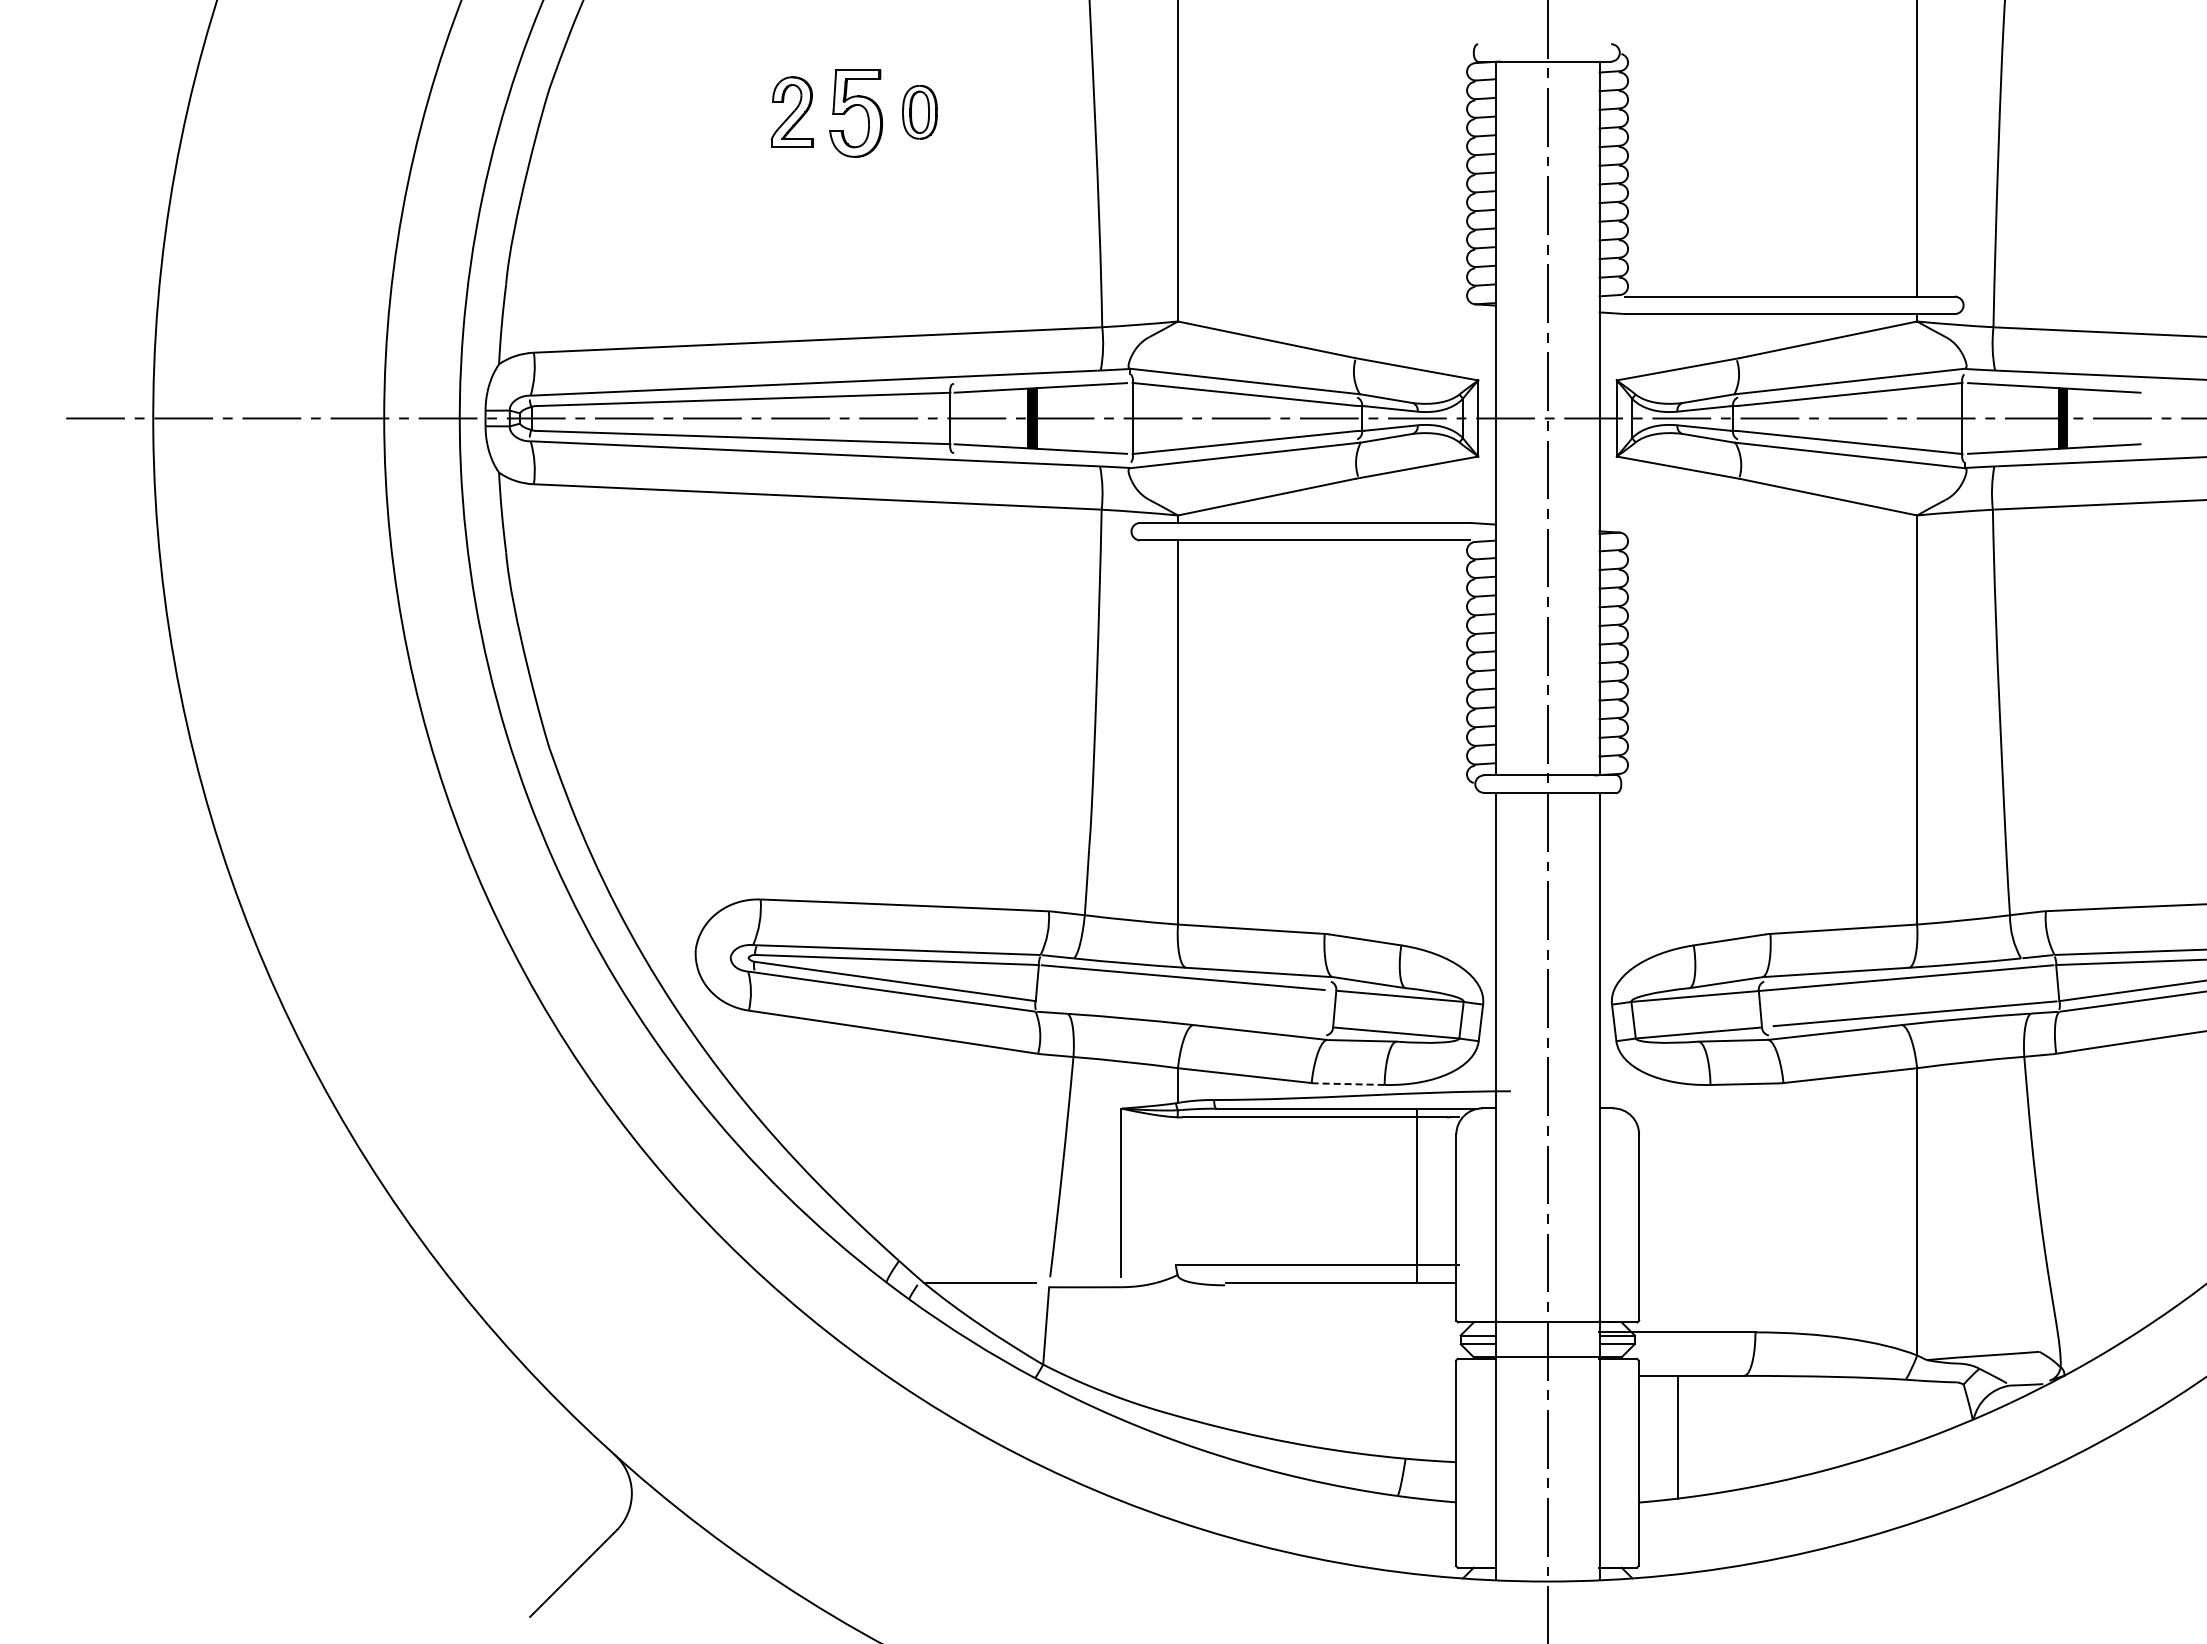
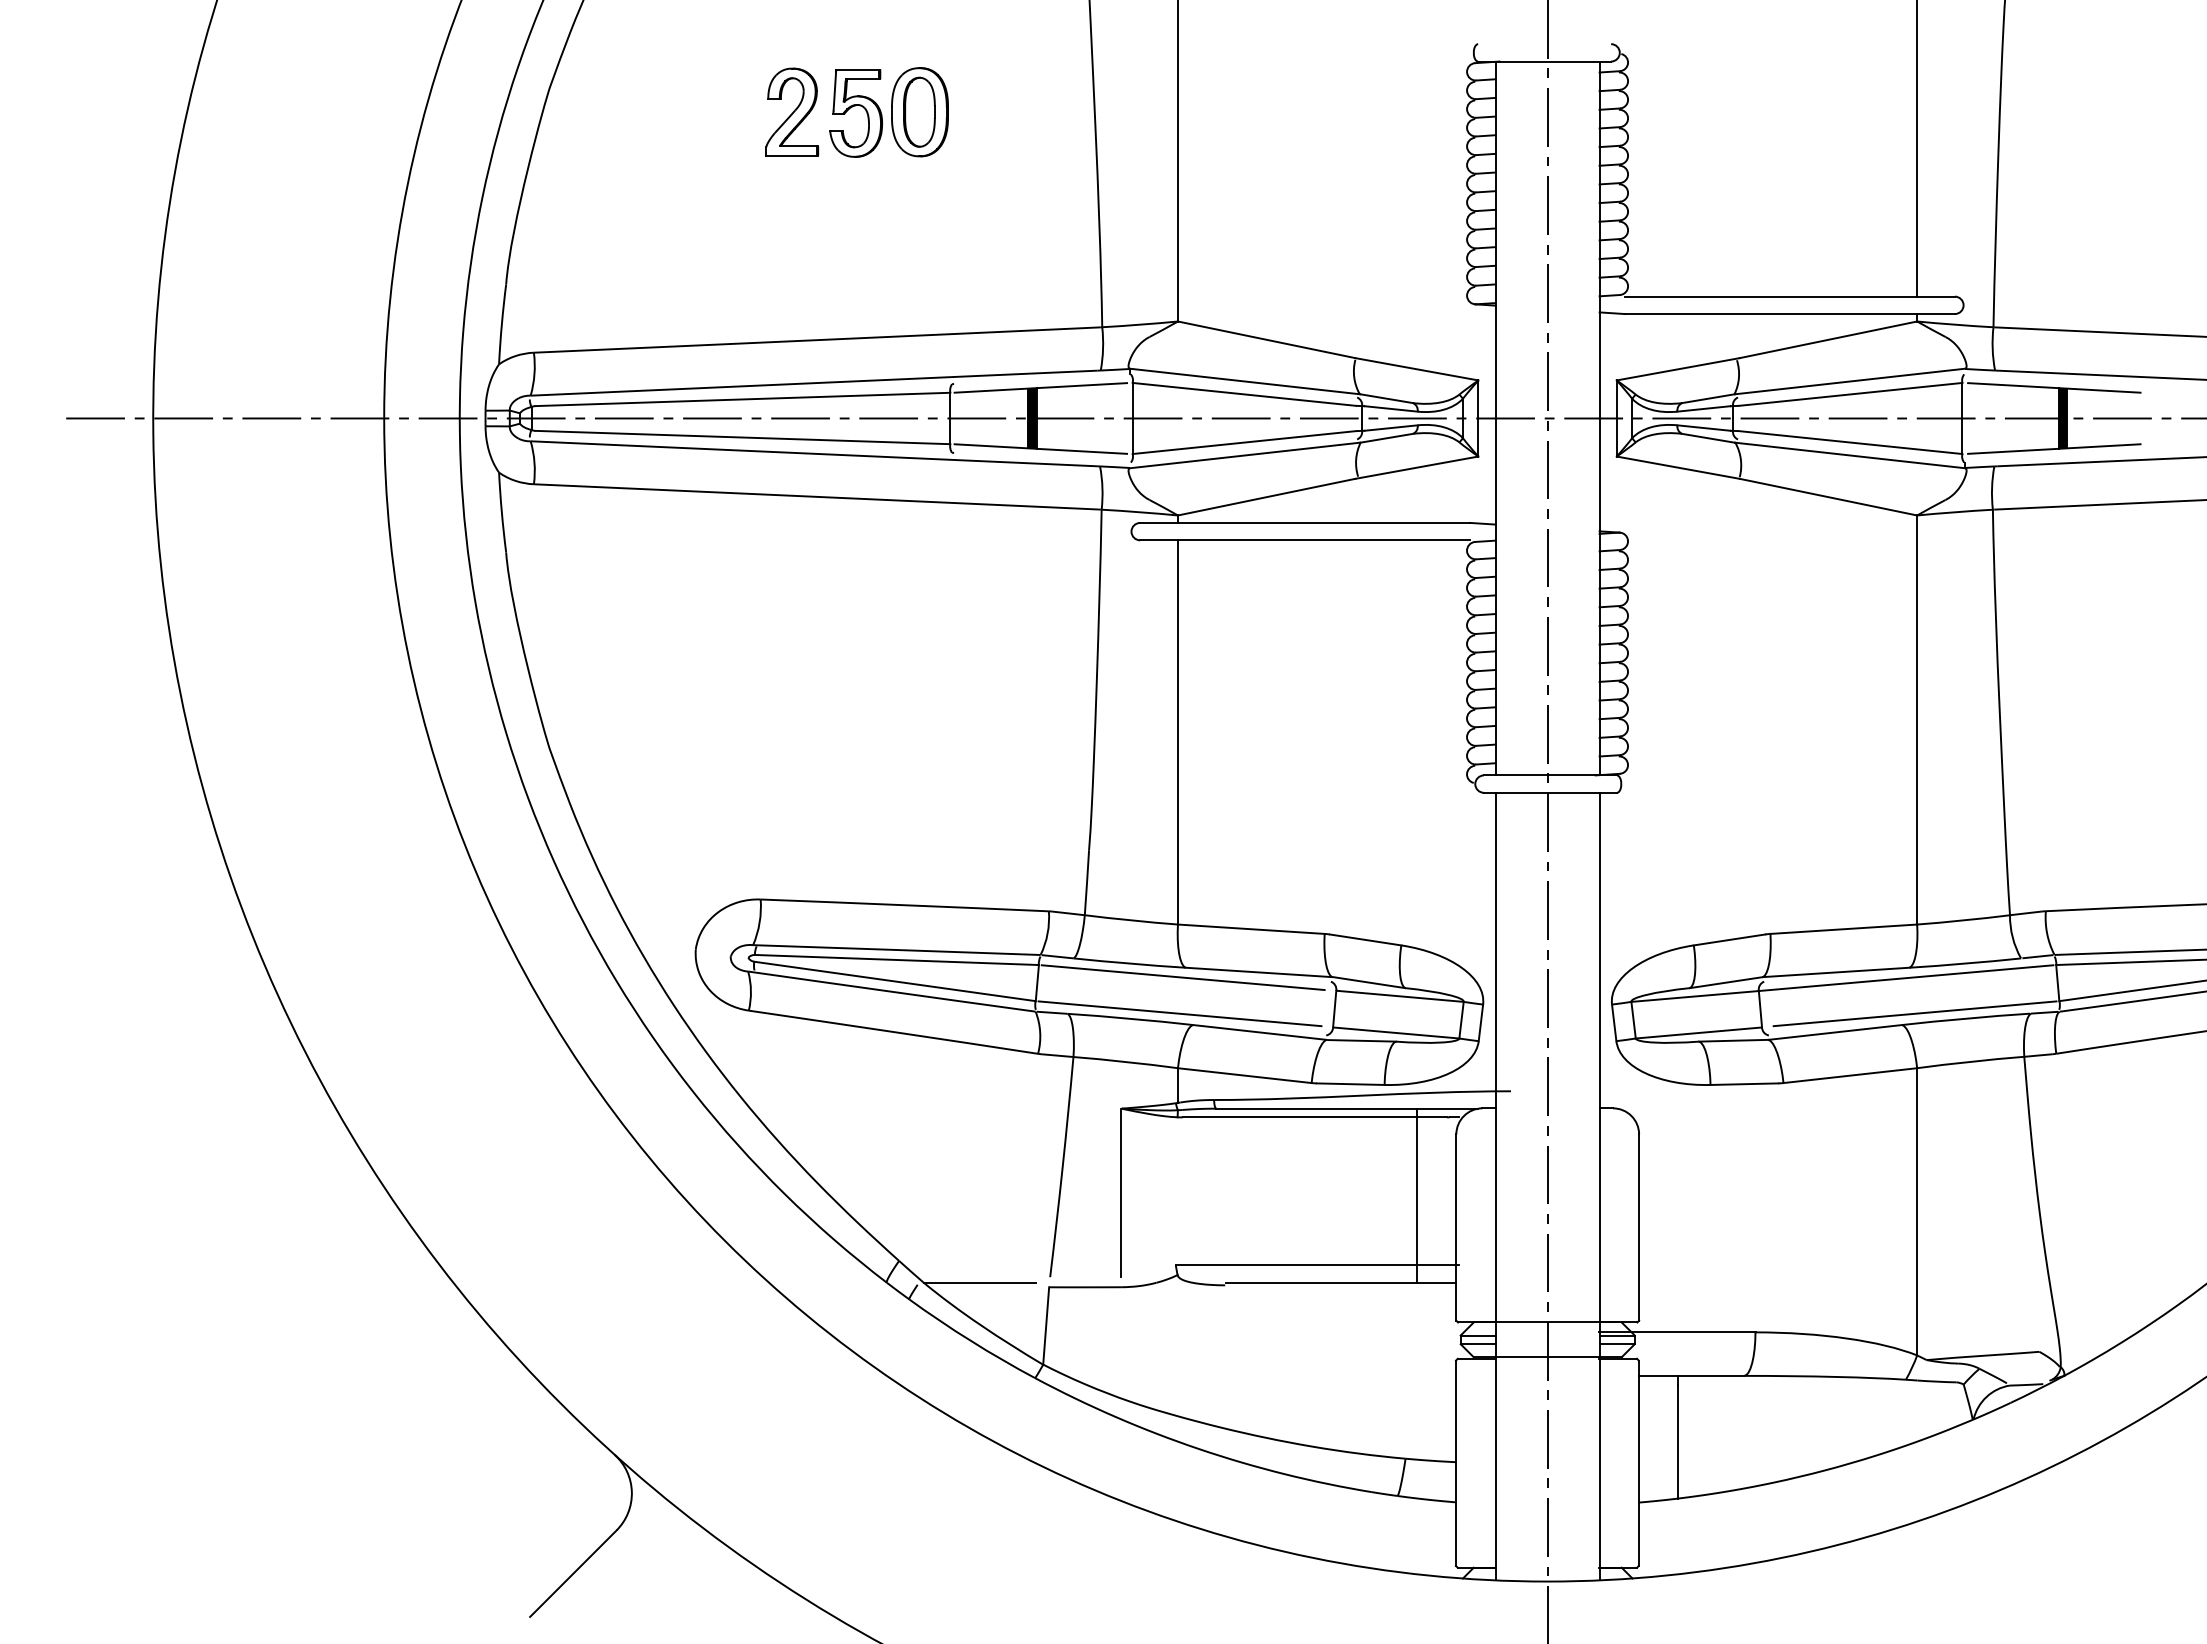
part at (791, 111) size: 44x72 px -> 55x90 px
part at (919, 112) size: 36x55 px -> 58x91 px
line at (1179, 1013): none -> present
line at (1350, 1084): dashed -> solid
